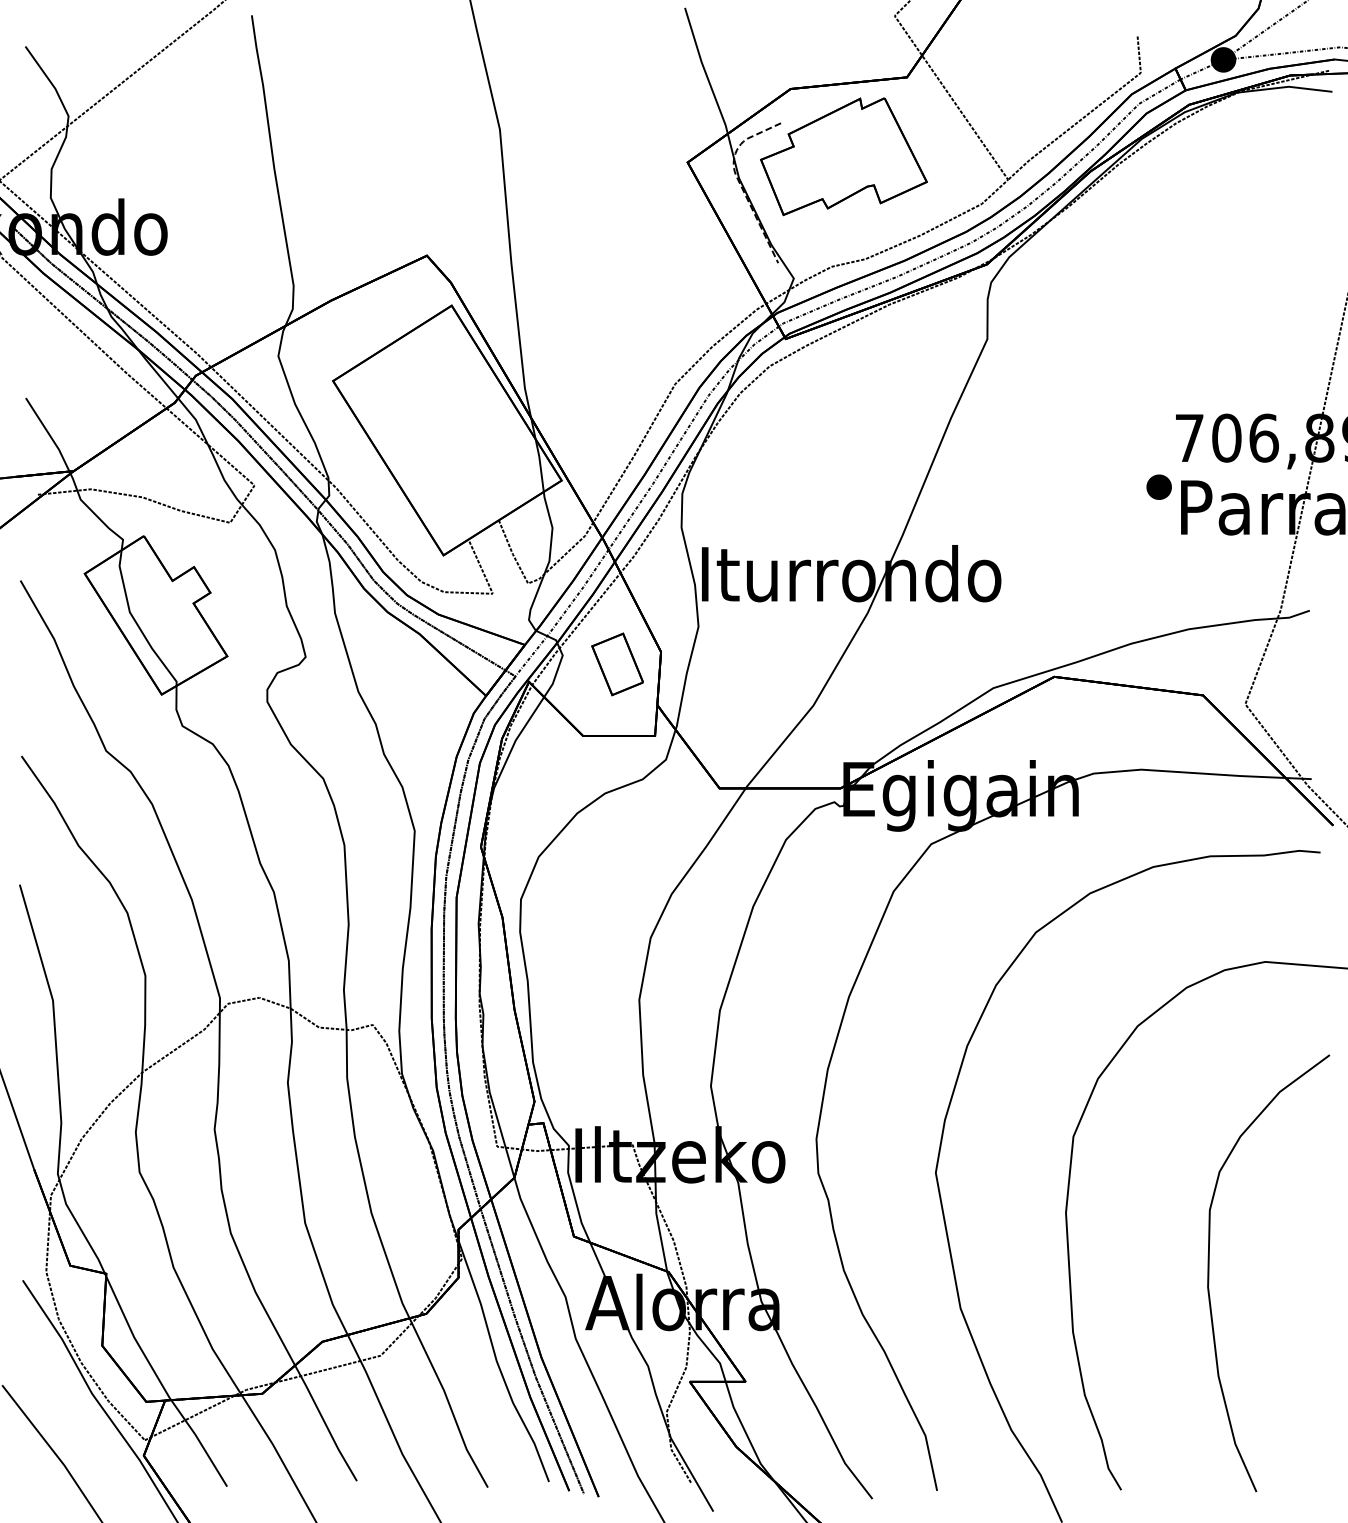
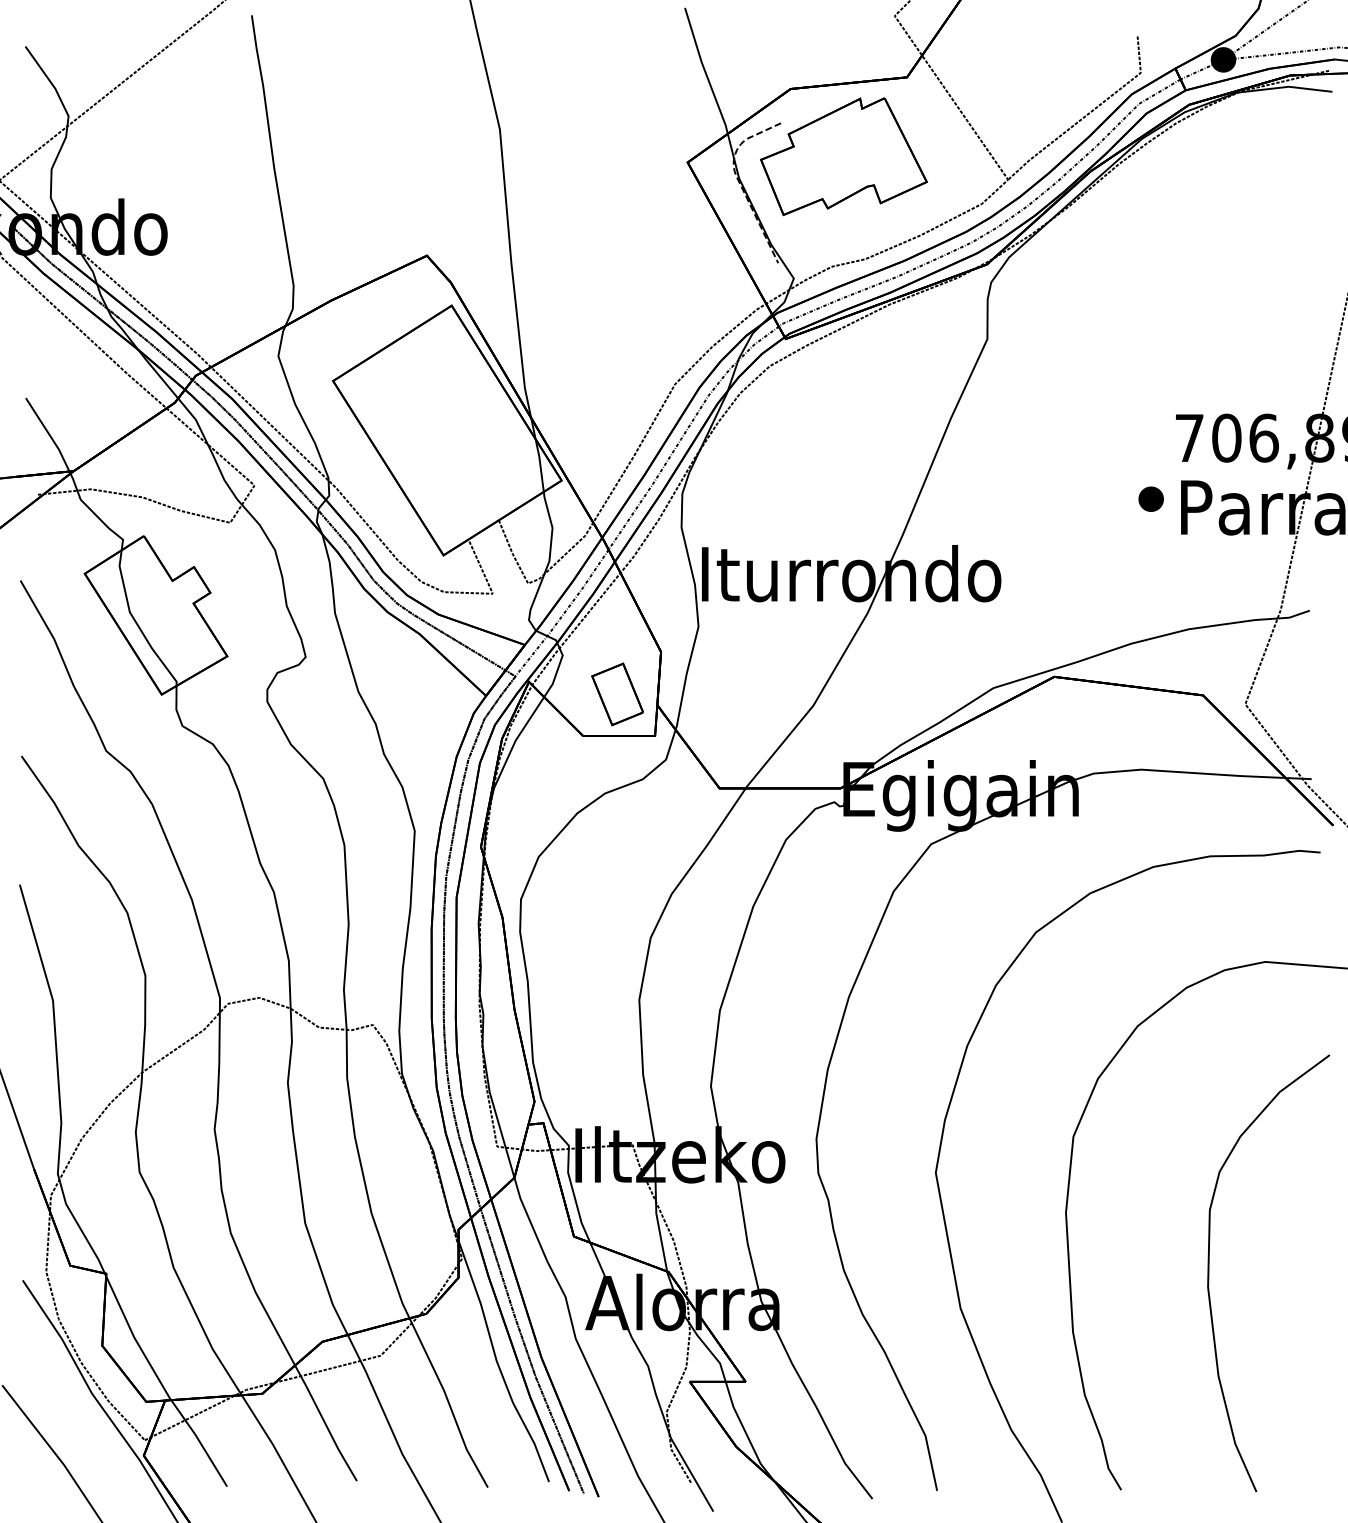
part at (1158, 486) position: (1158, 486) -> (1150, 498)
part at (617, 664) position: (617, 664) -> (617, 694)
